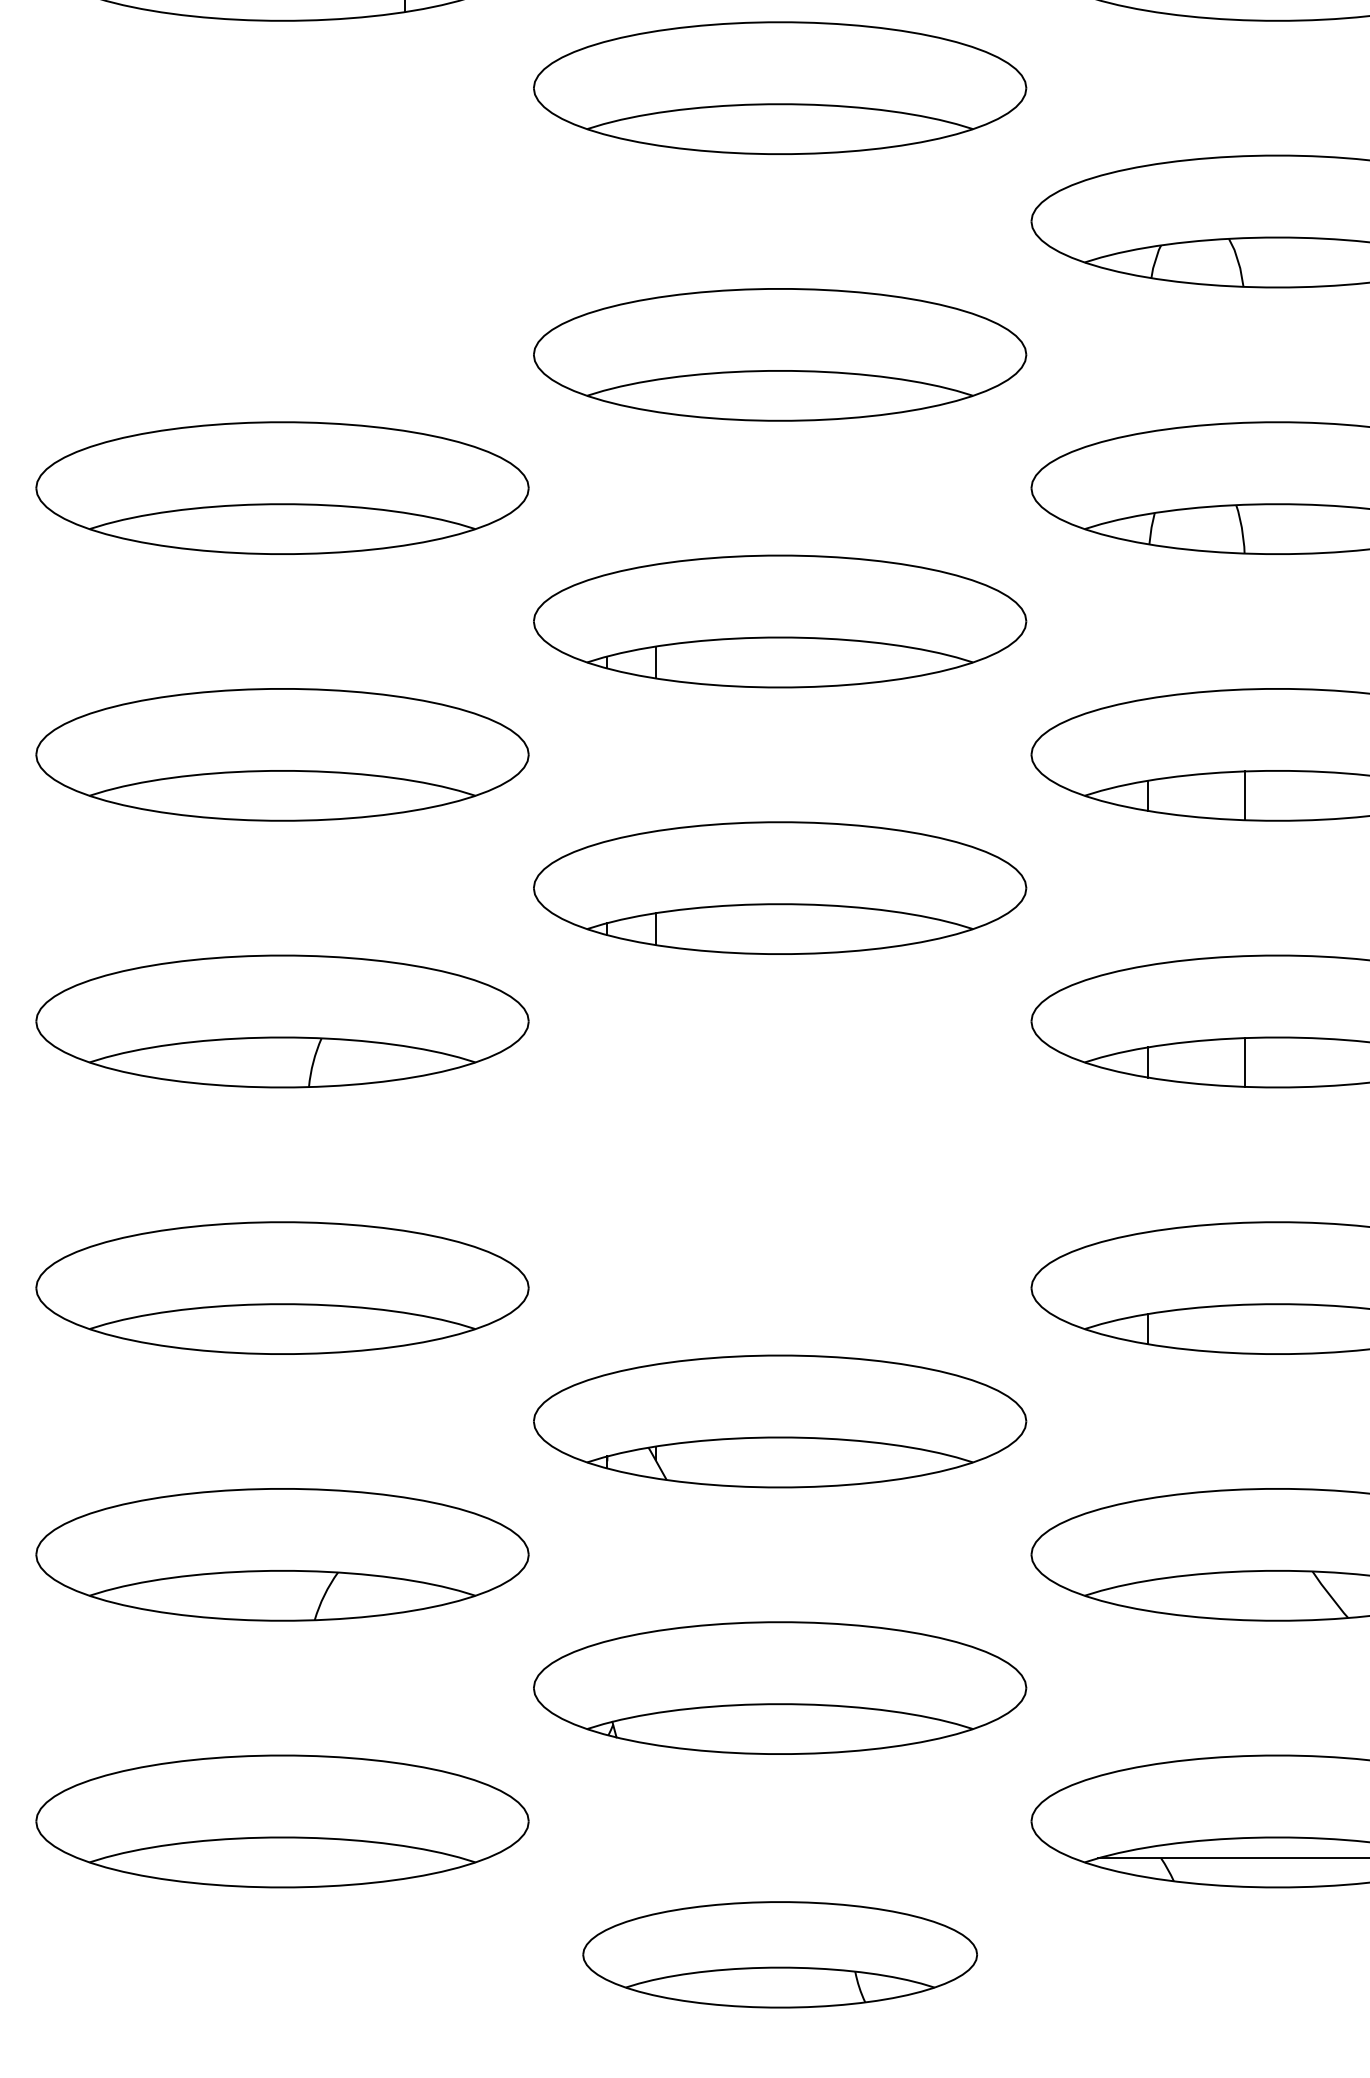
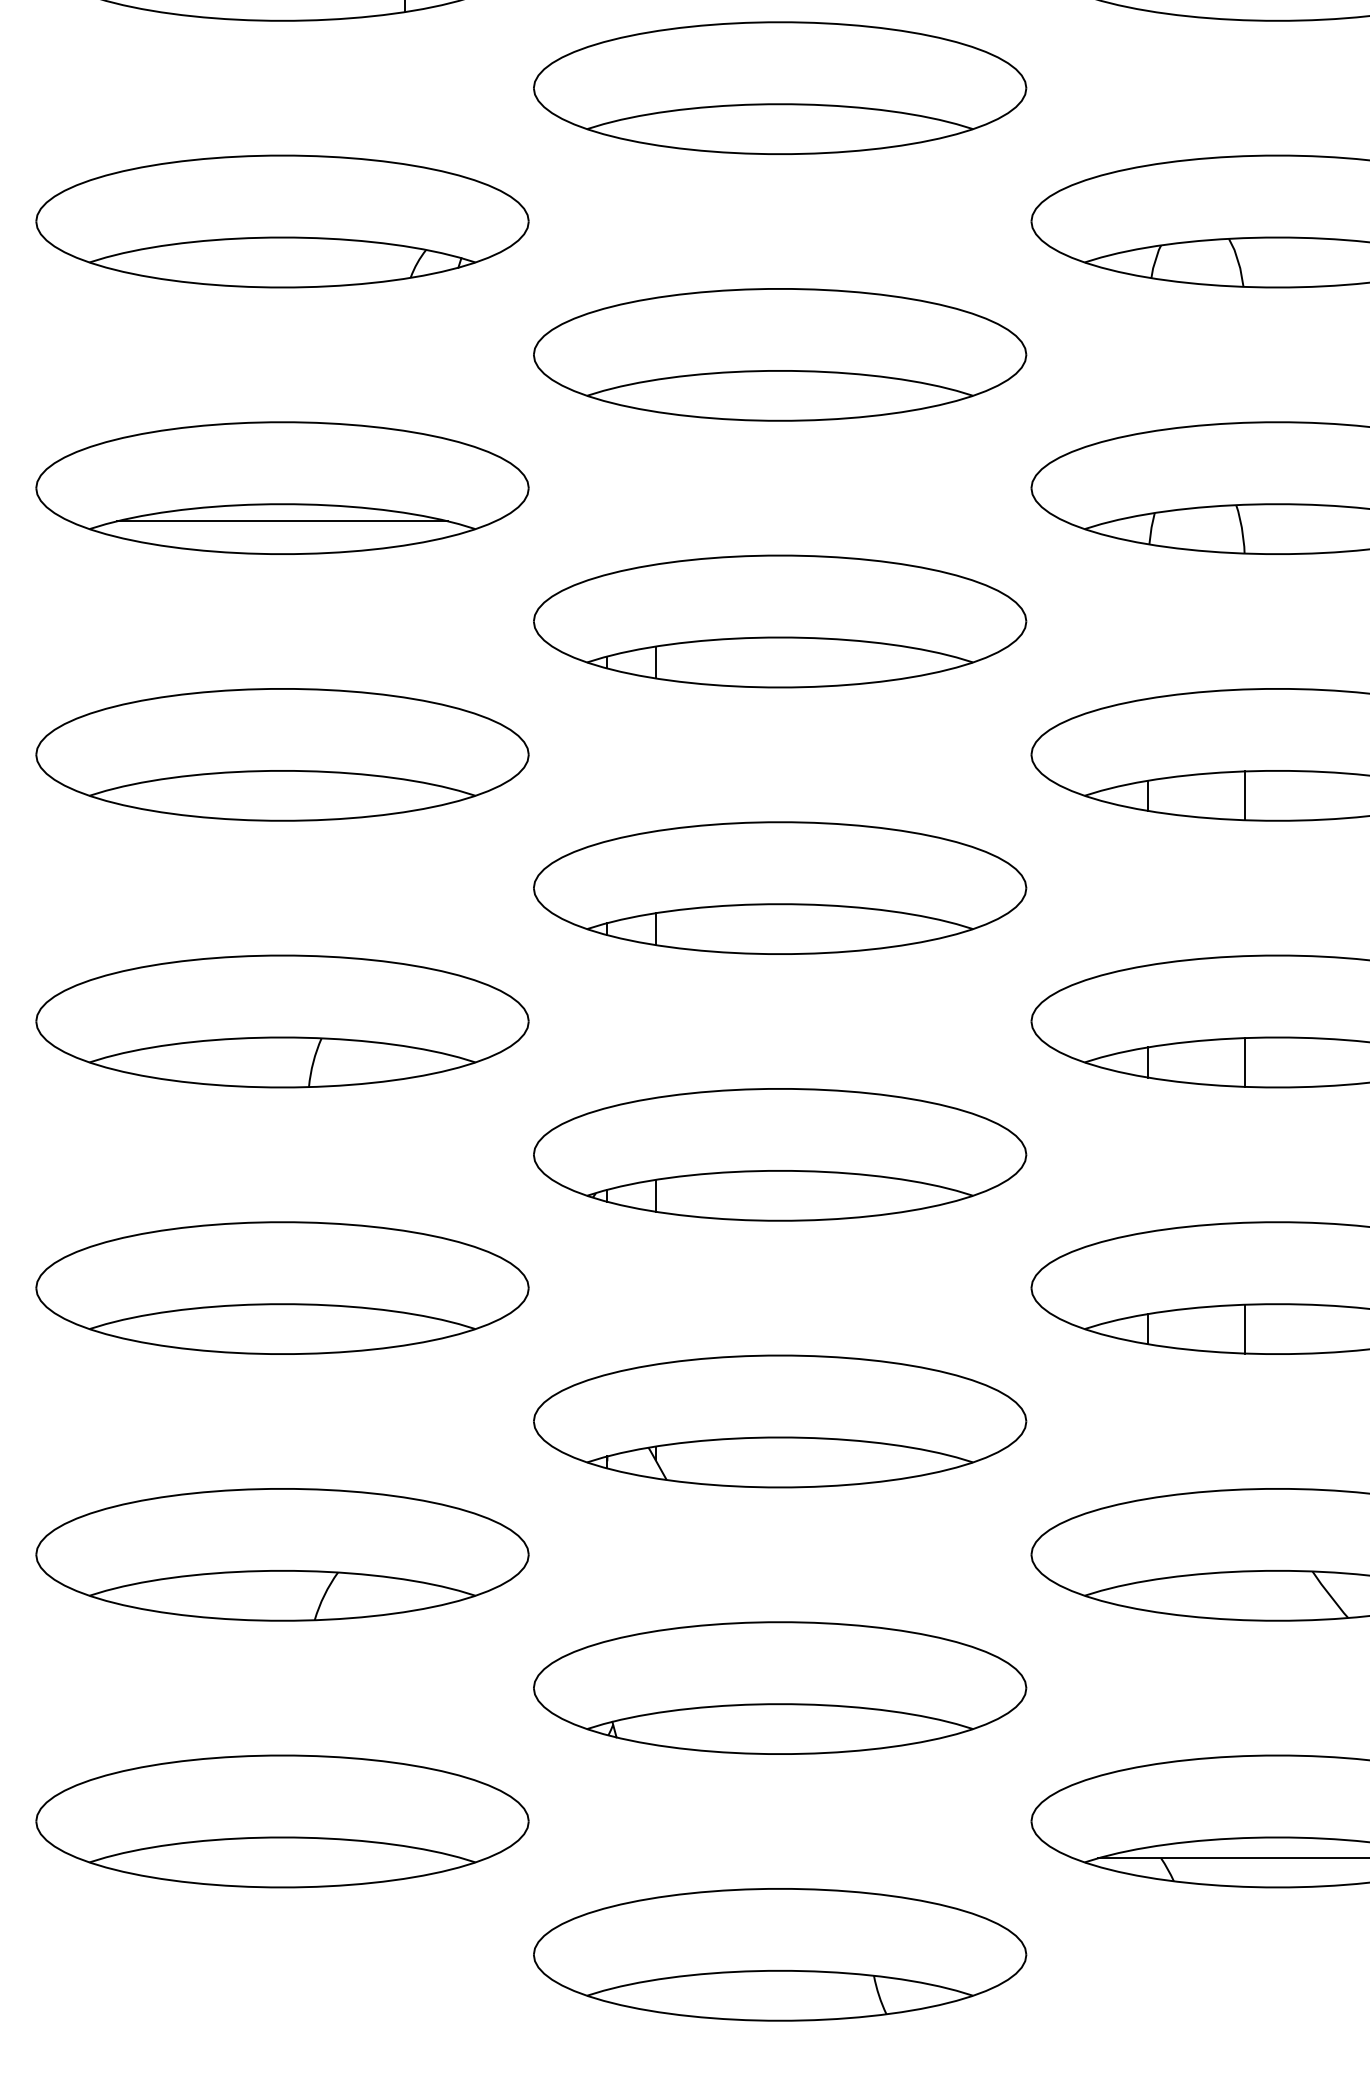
part at (282, 221): none -> present
line at (282, 521): none -> present
part at (780, 1154): none -> present
line at (1245, 1328): none -> present
part at (779, 1954) size: 396x108 px -> 495x134 px
